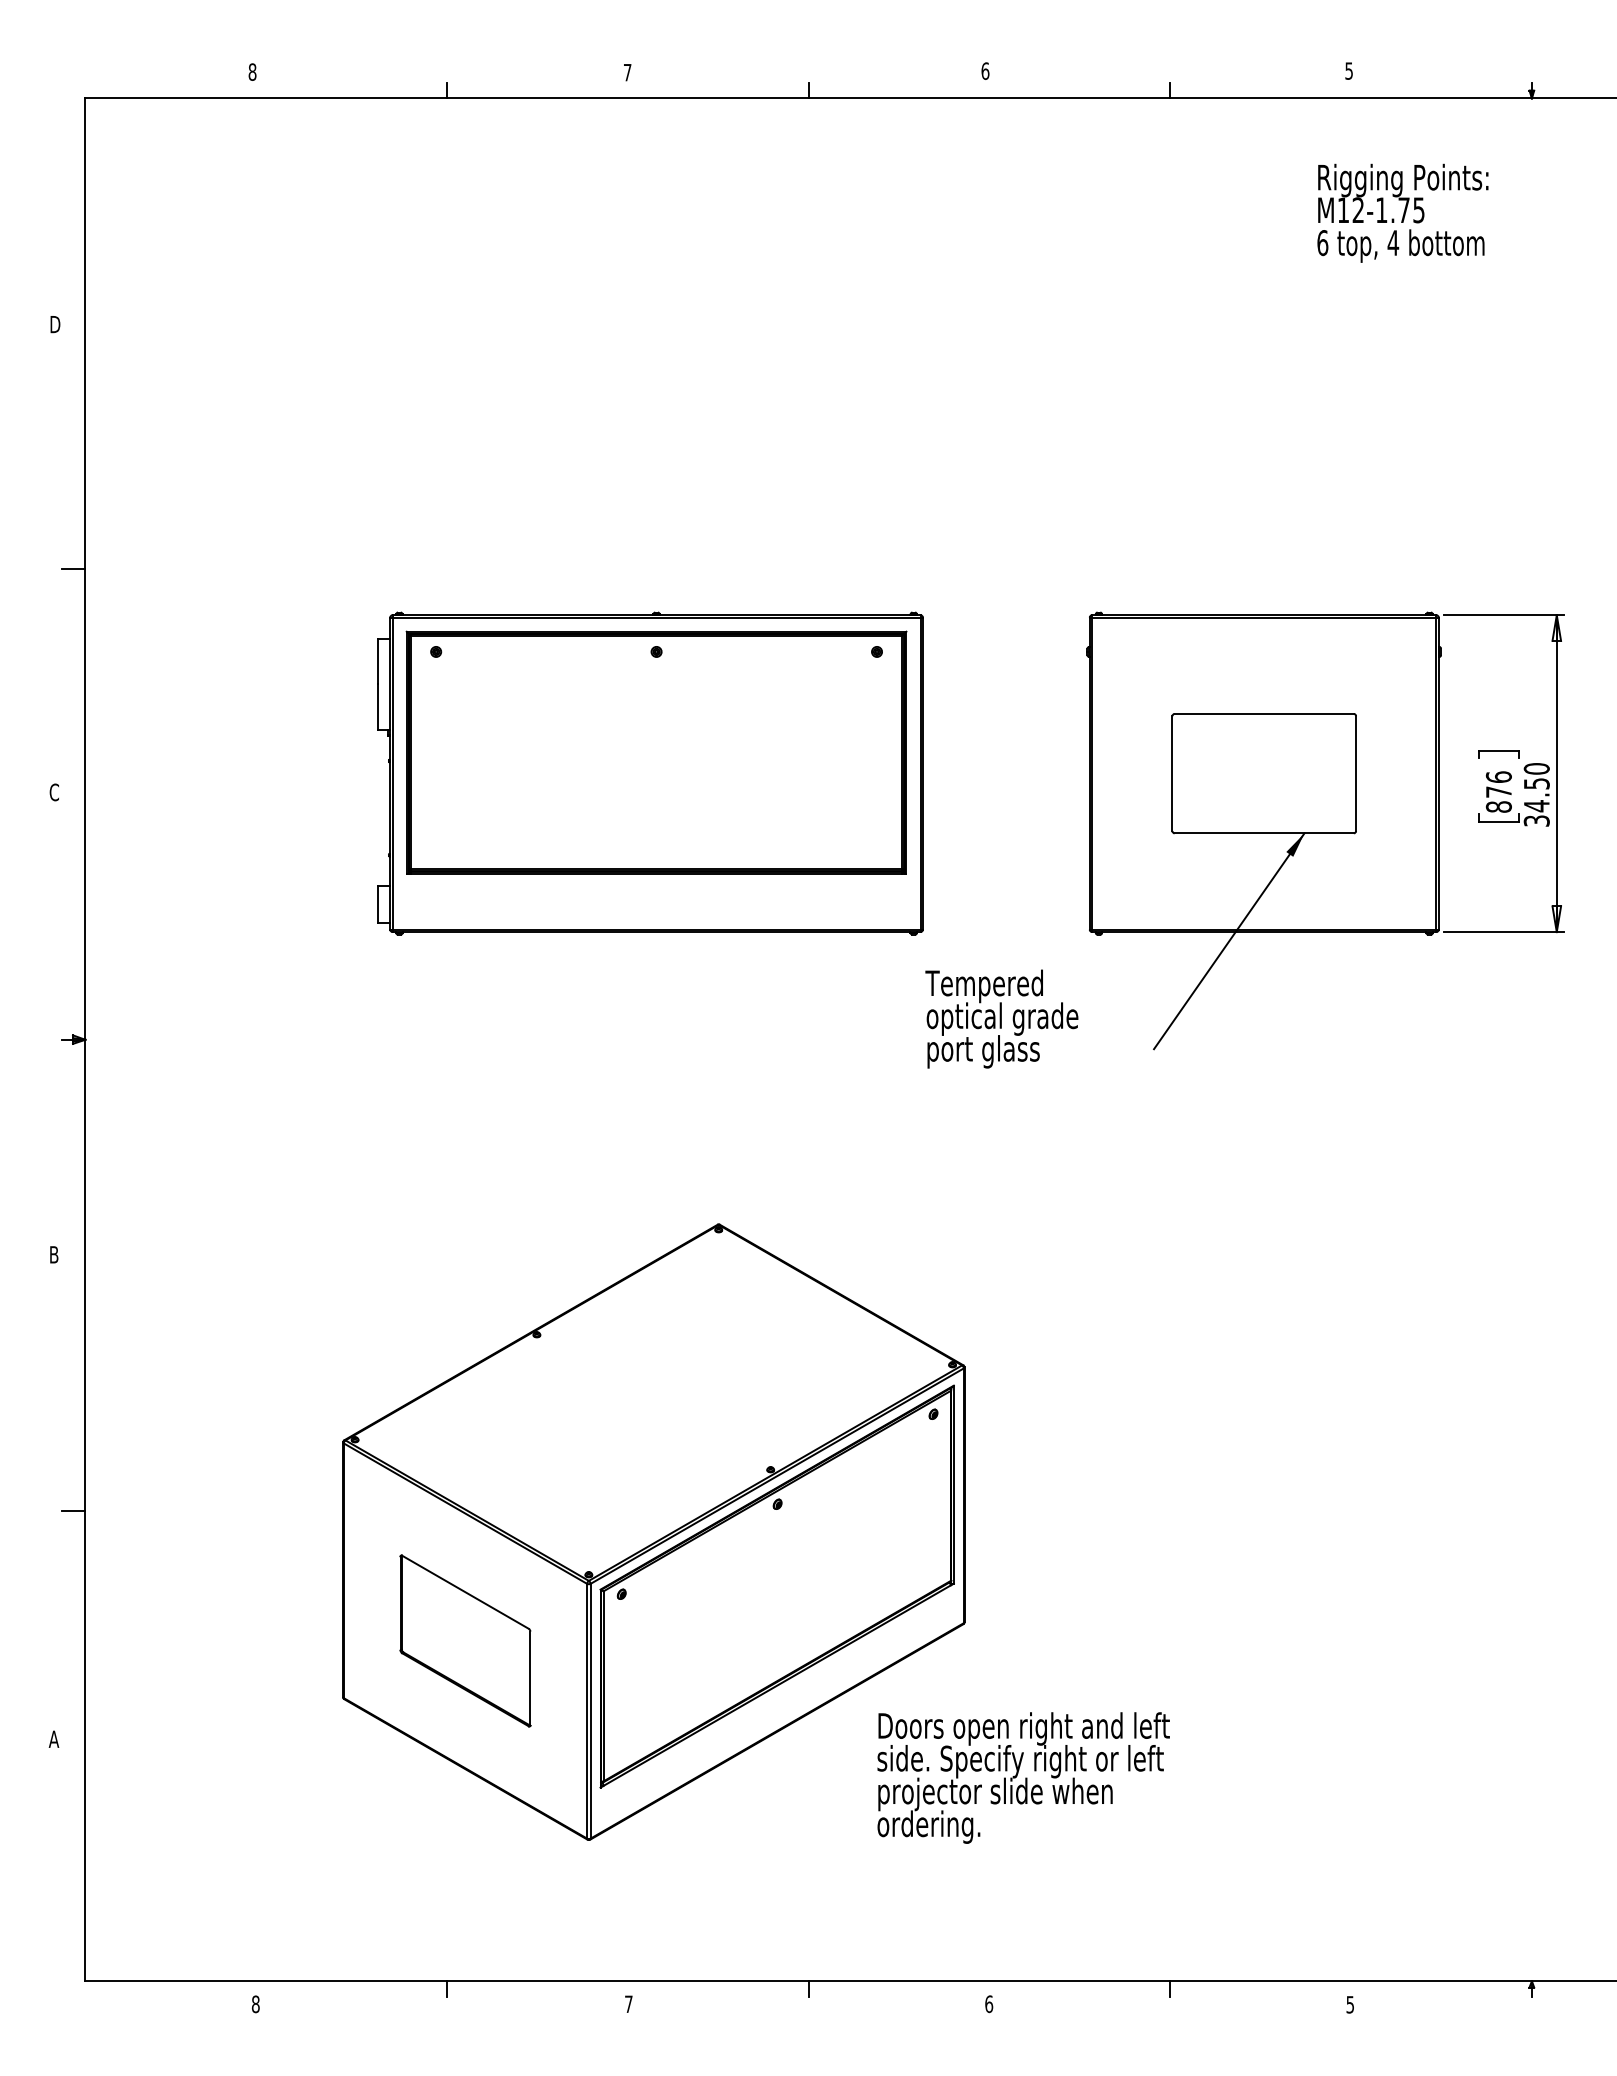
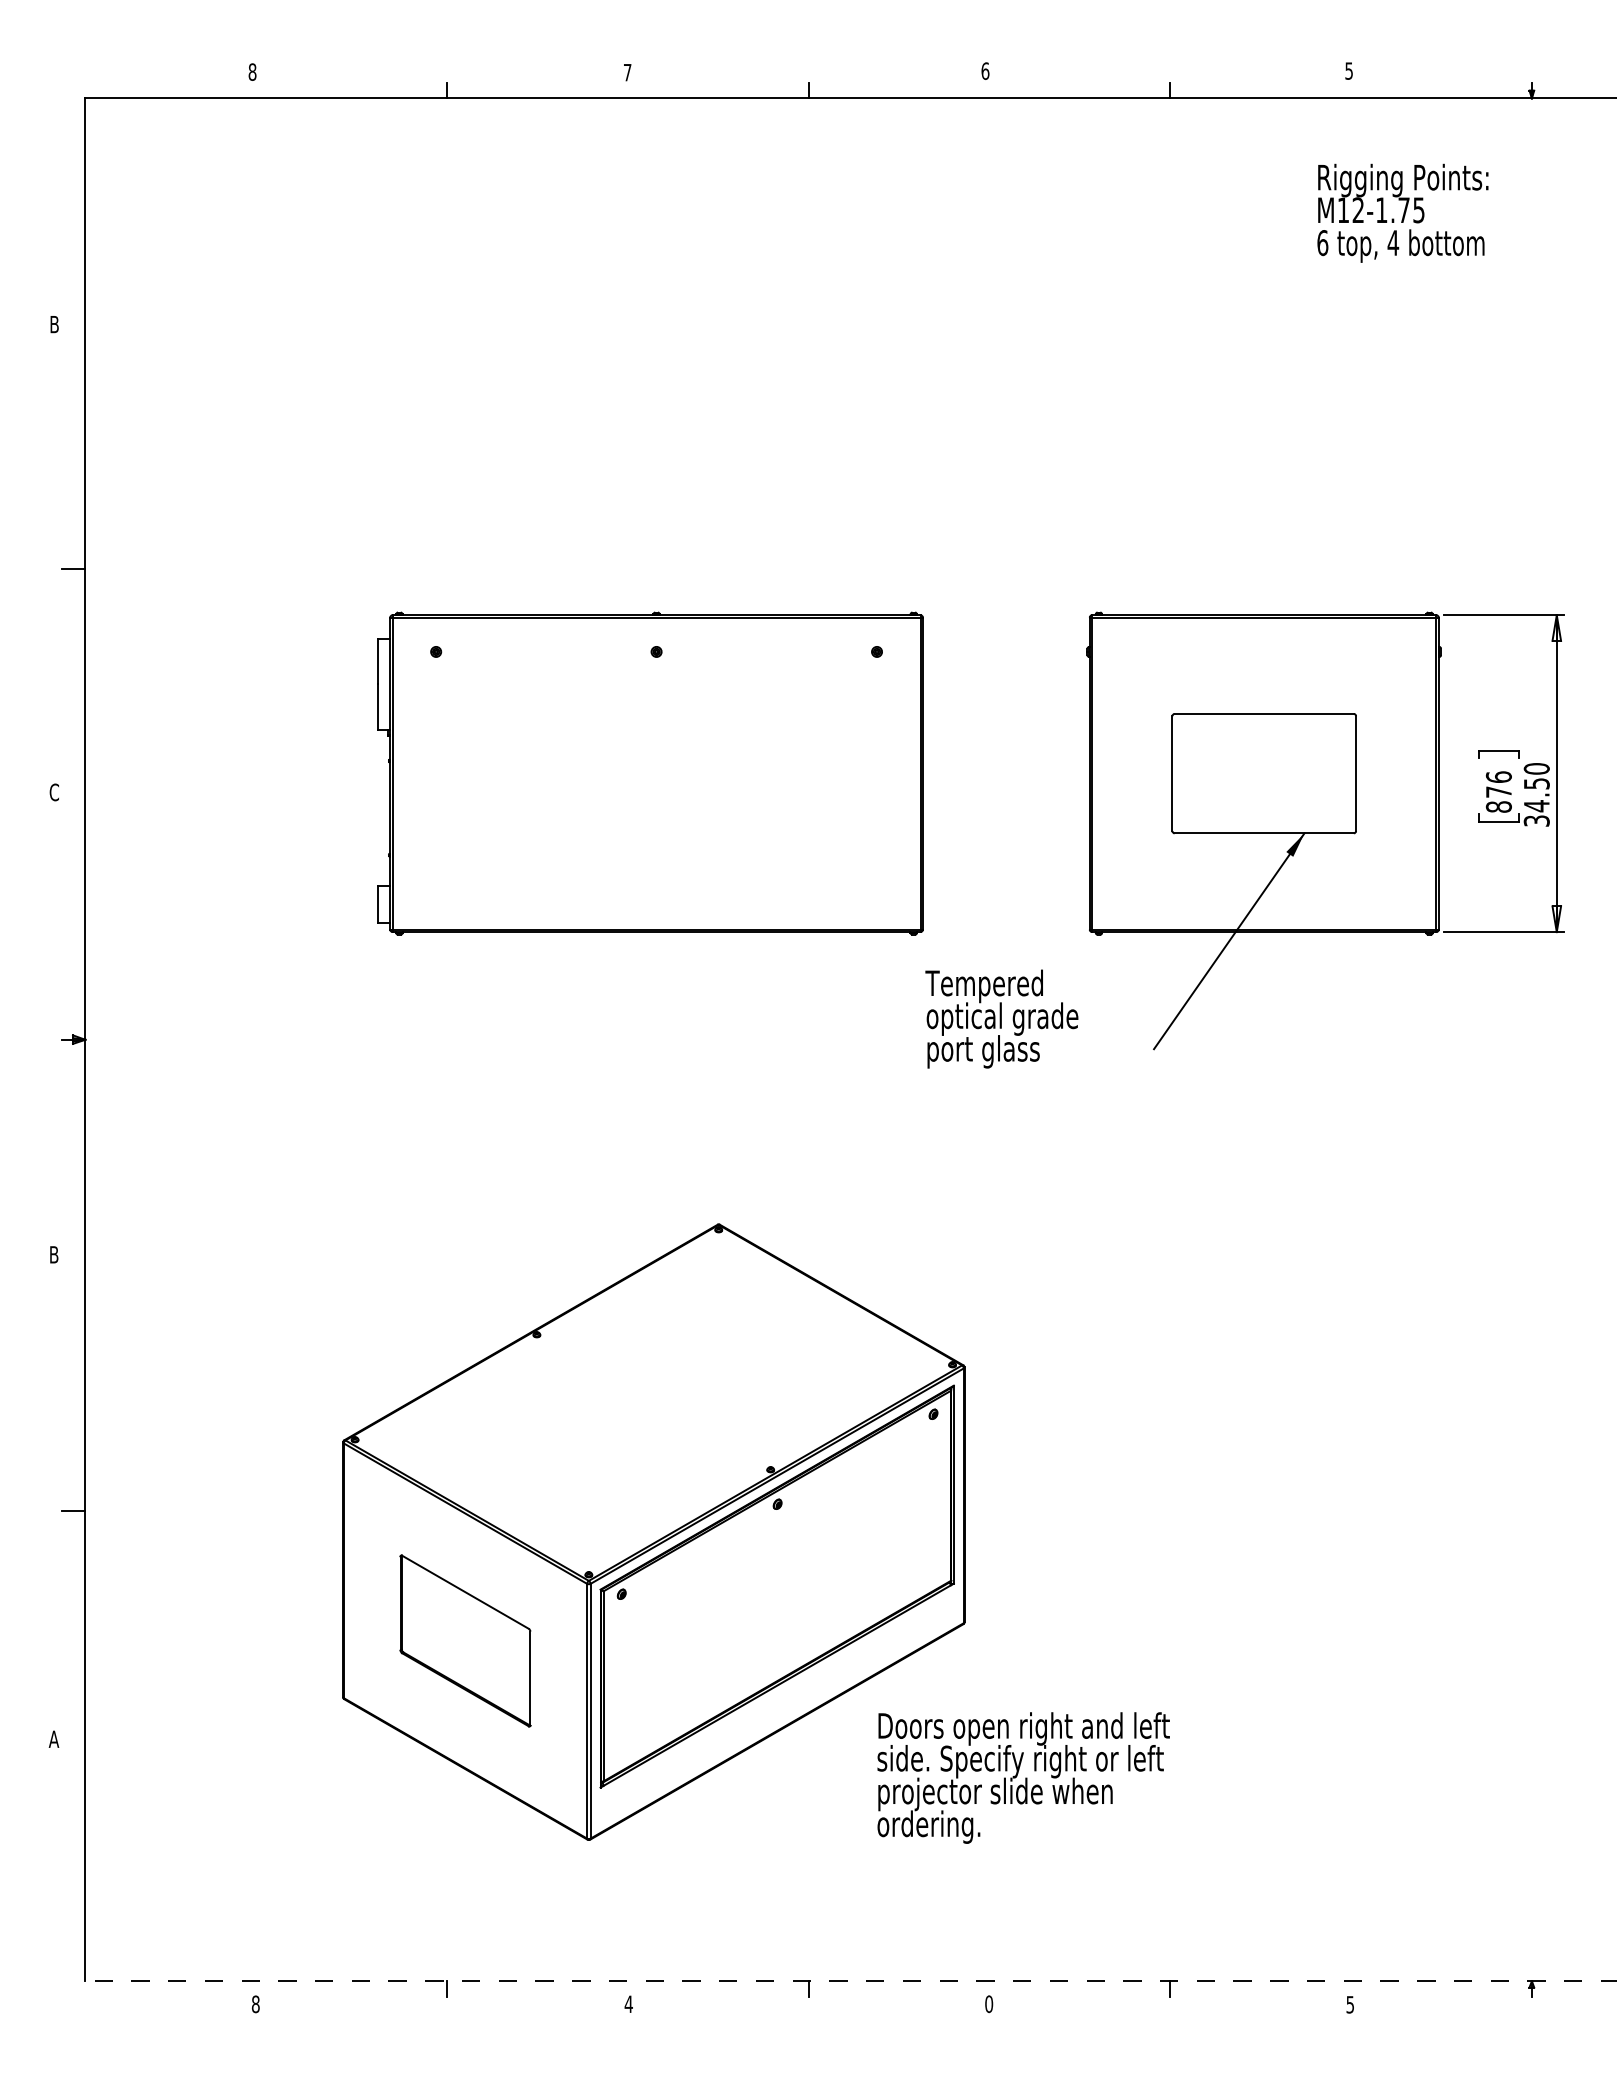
text at (56, 324): D -> B
part at (656, 752): present -> none
line at (851, 1981): solid -> dashed
text at (628, 2003): 7 -> 4
text at (989, 2003): 6 -> 0
